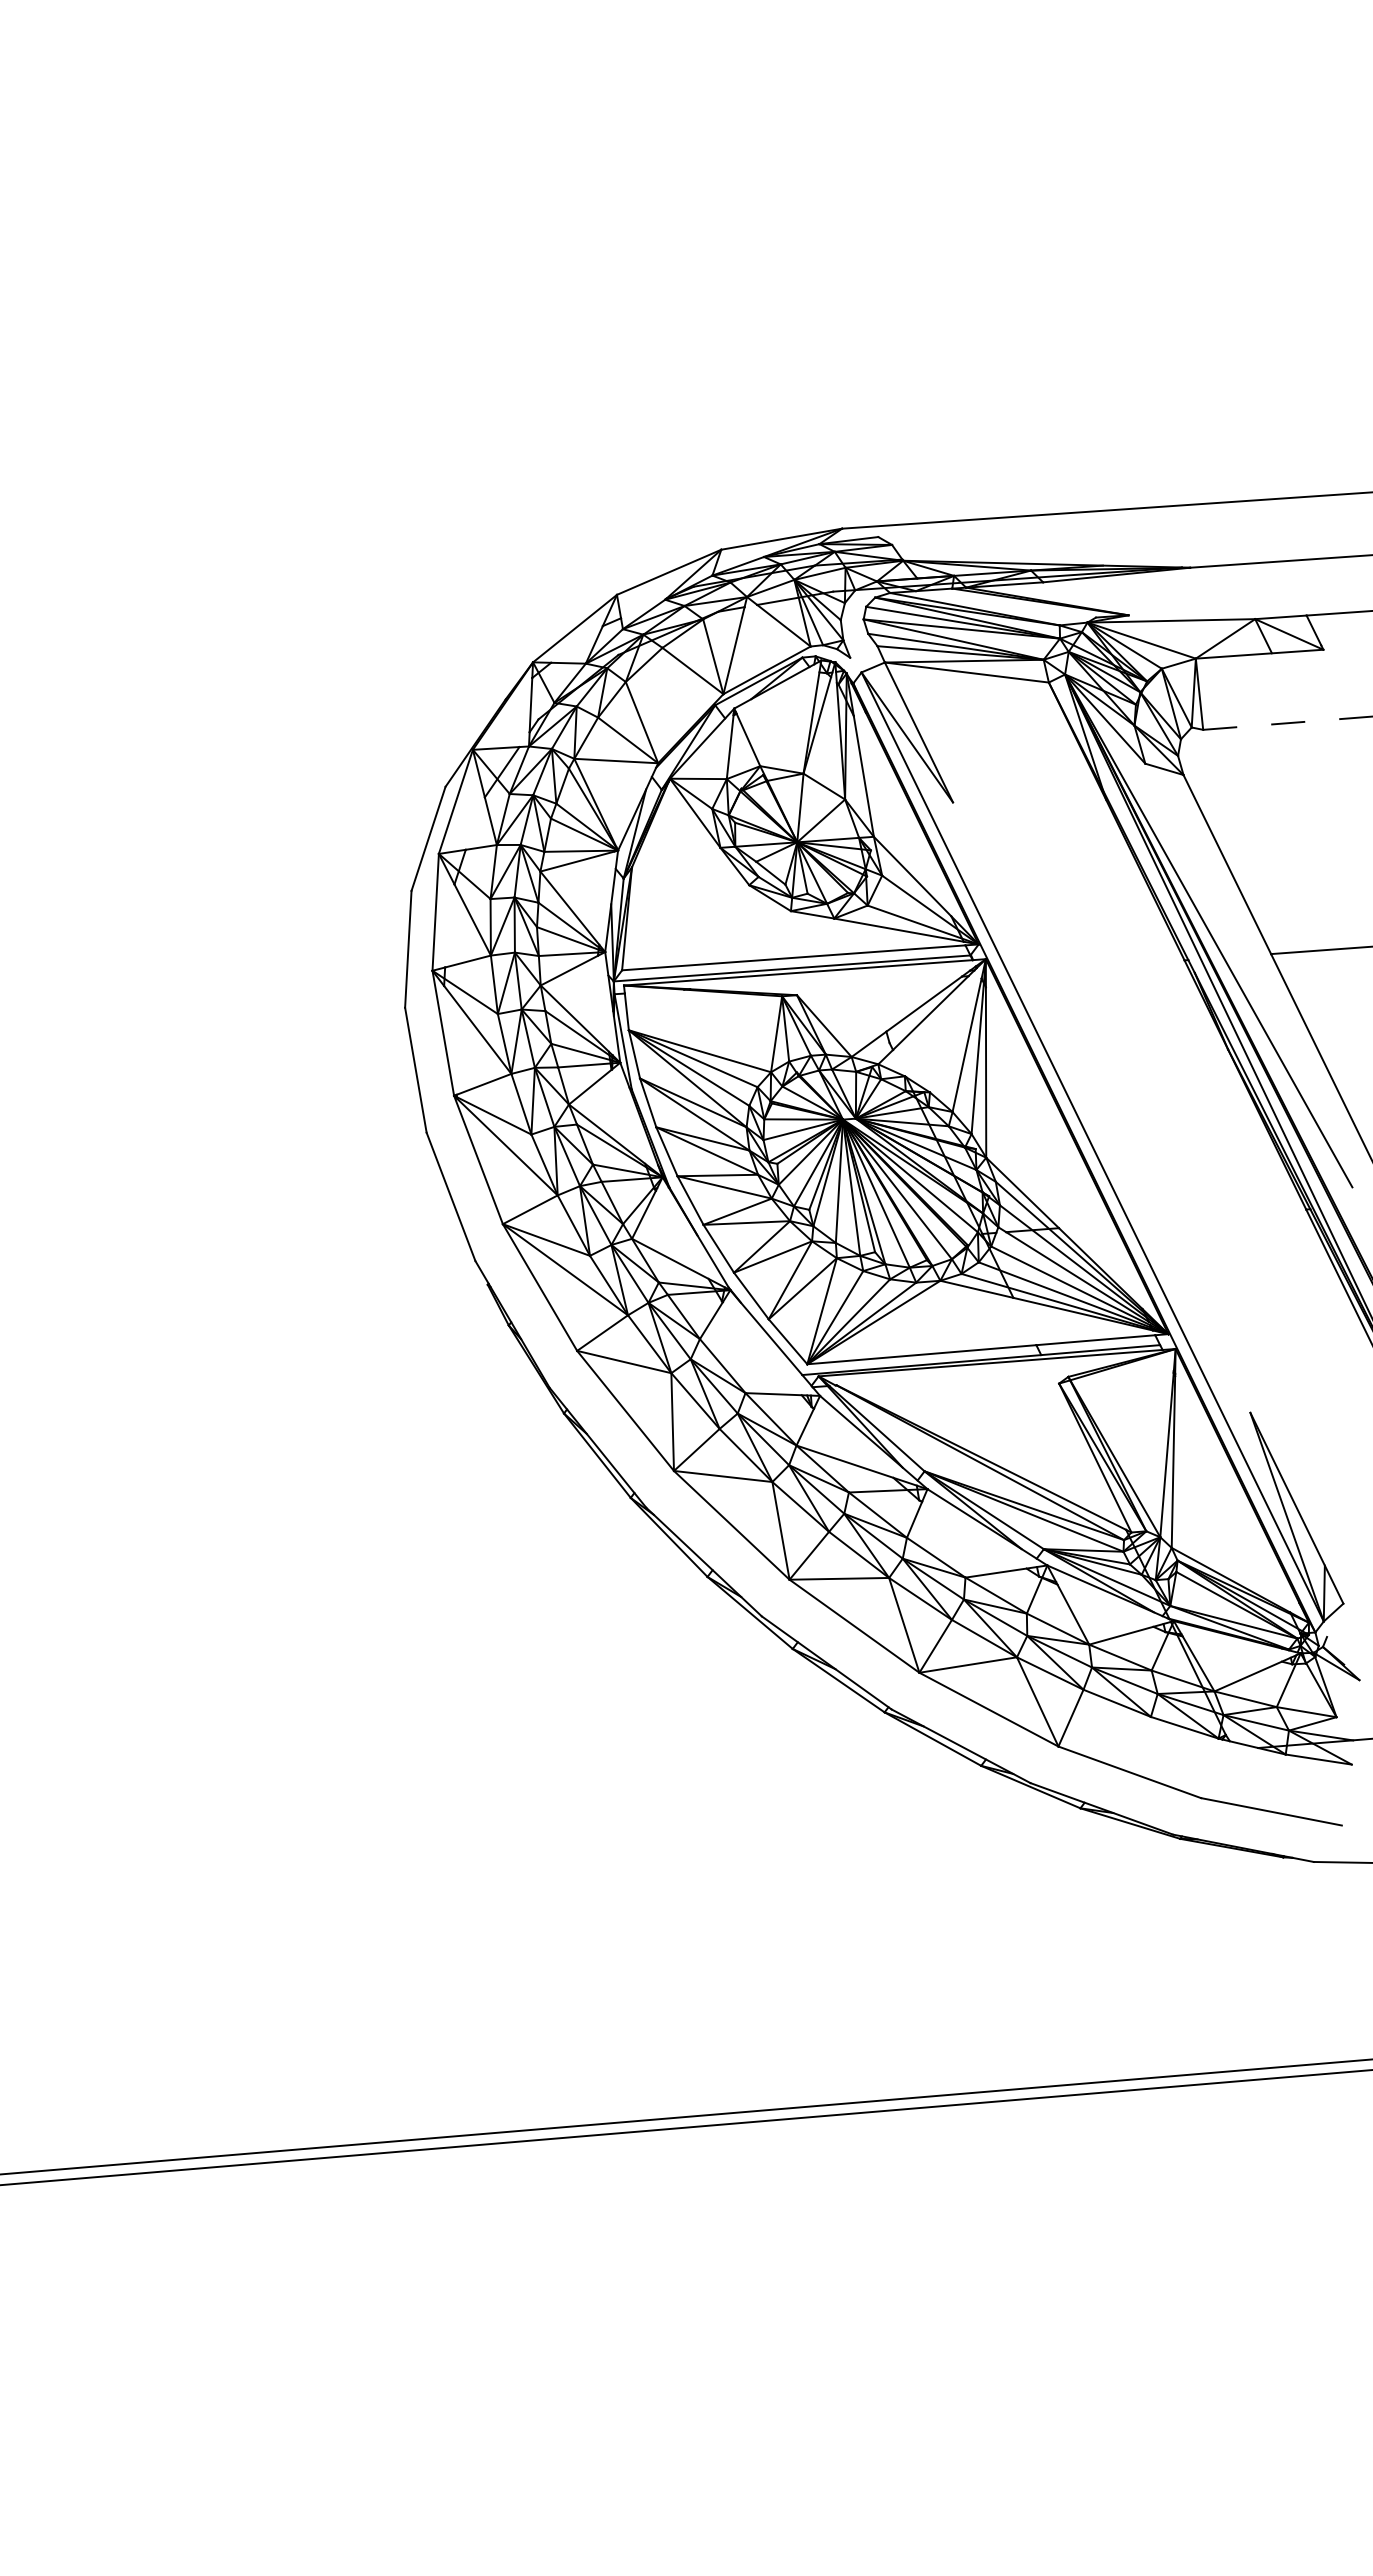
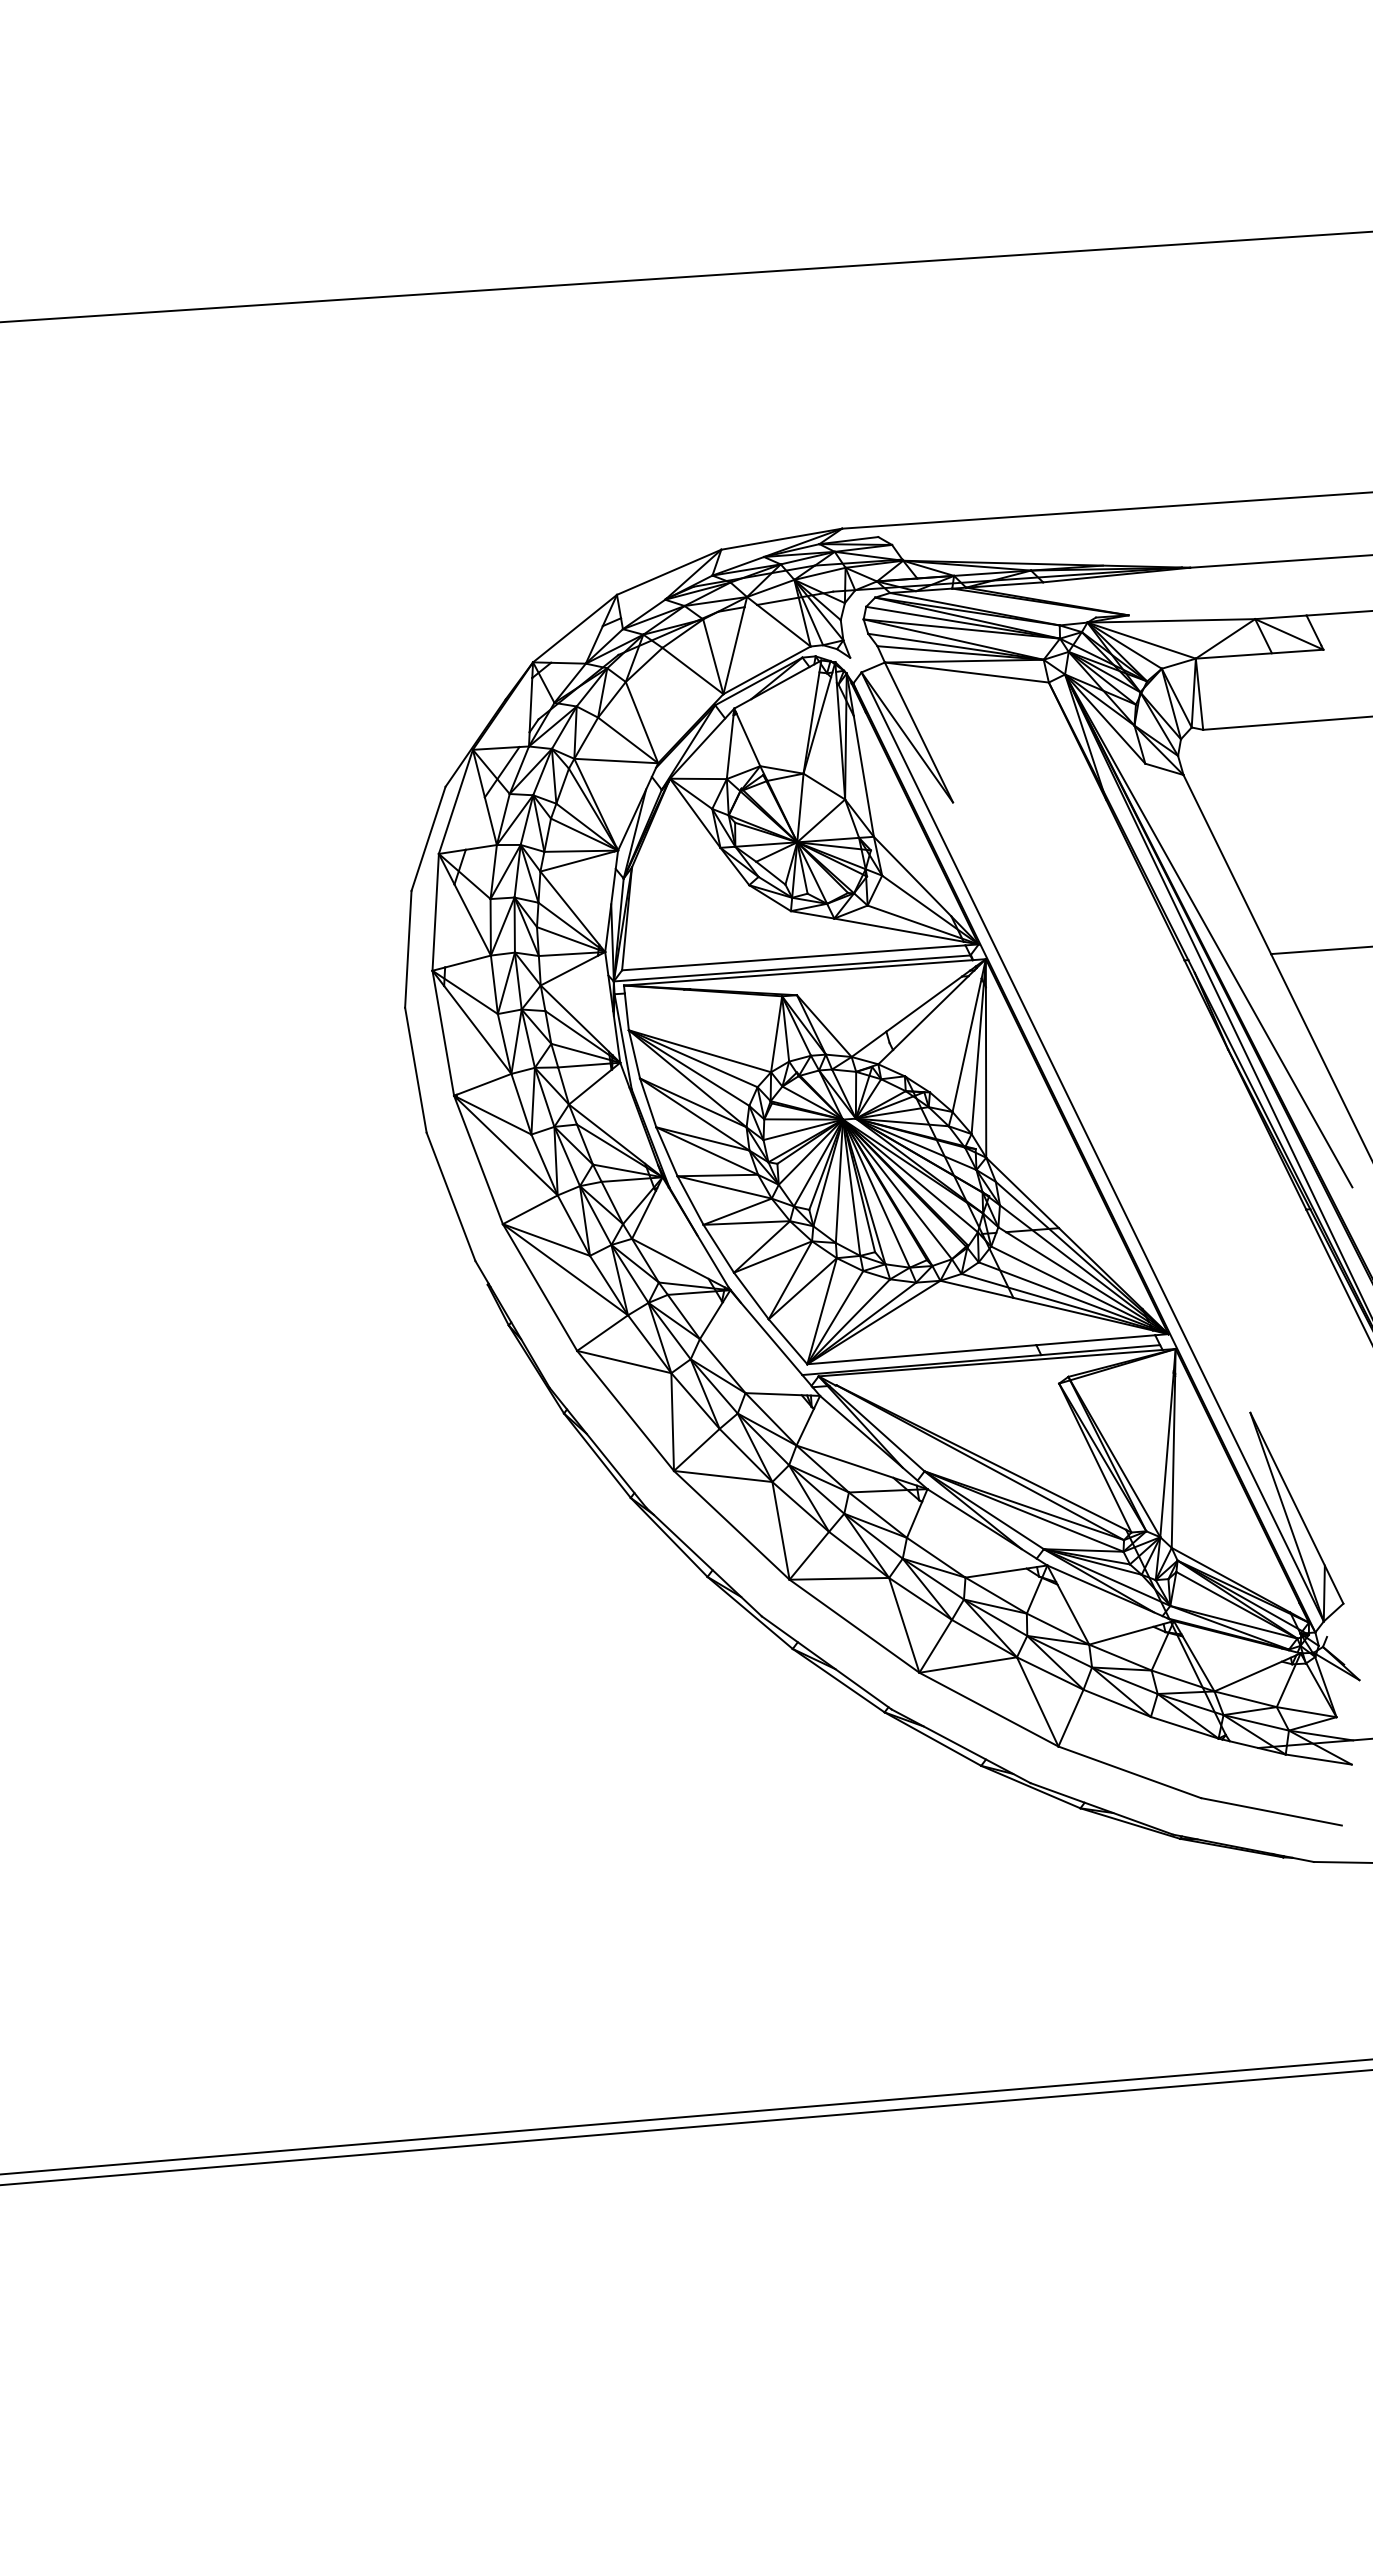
line at (685, 276): none -> present
line at (1287, 723): dashed -> solid
